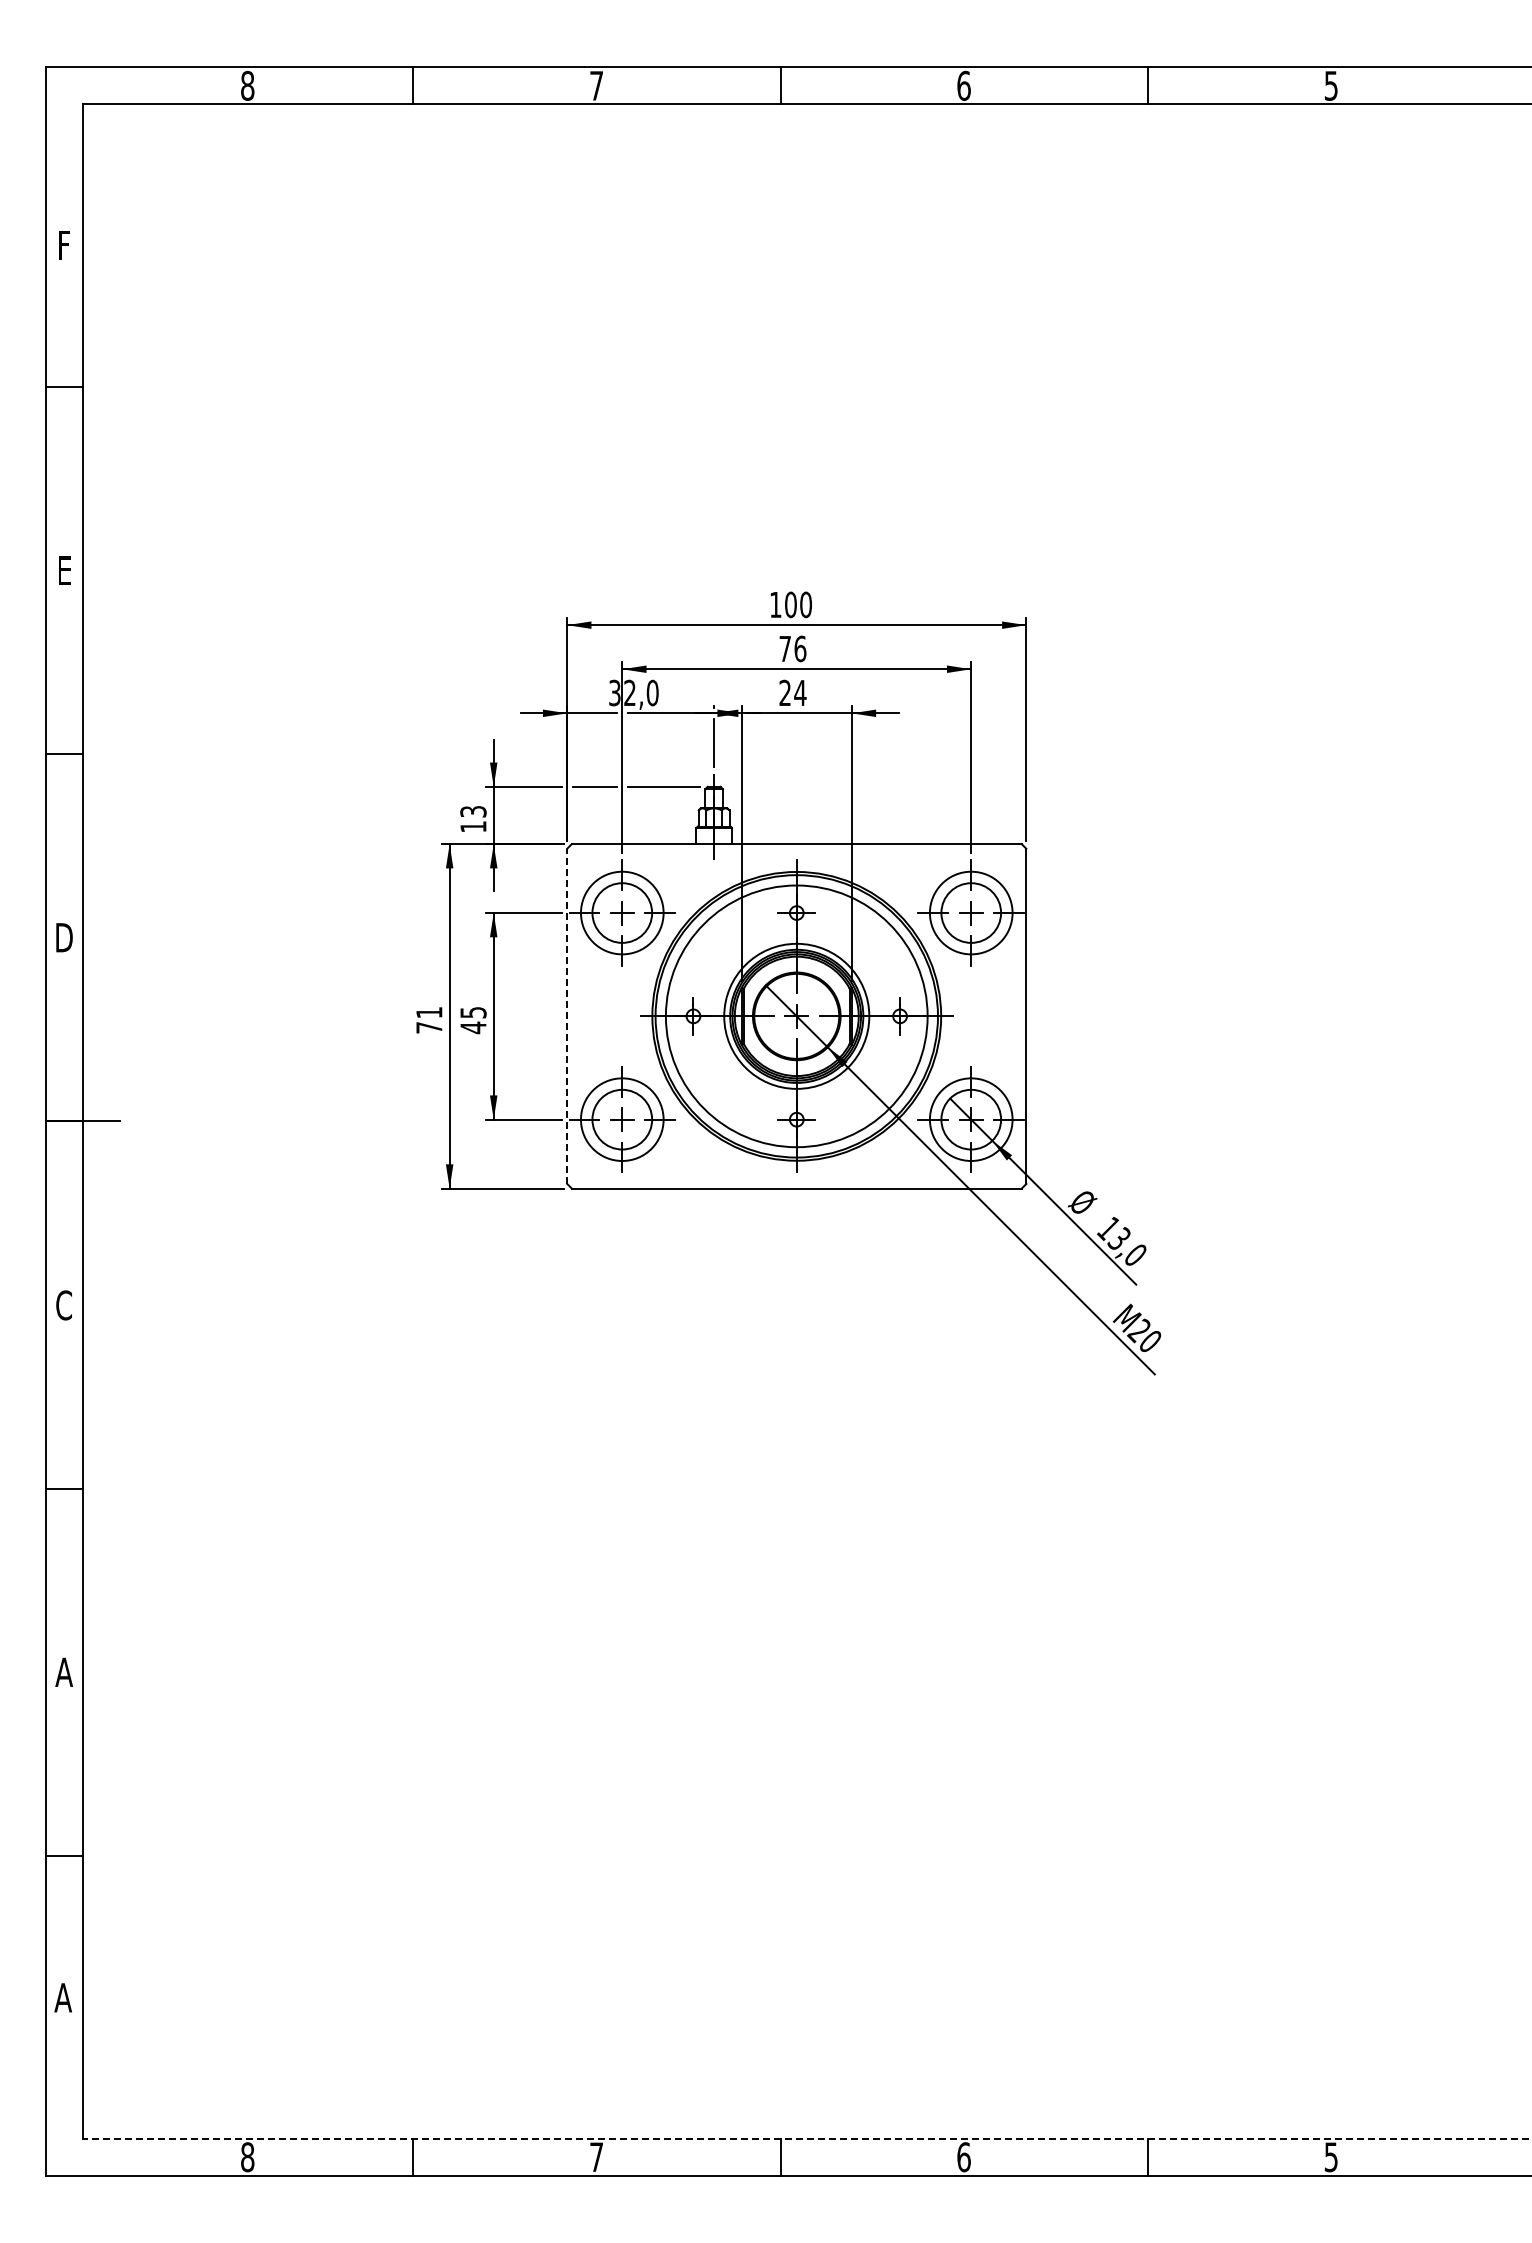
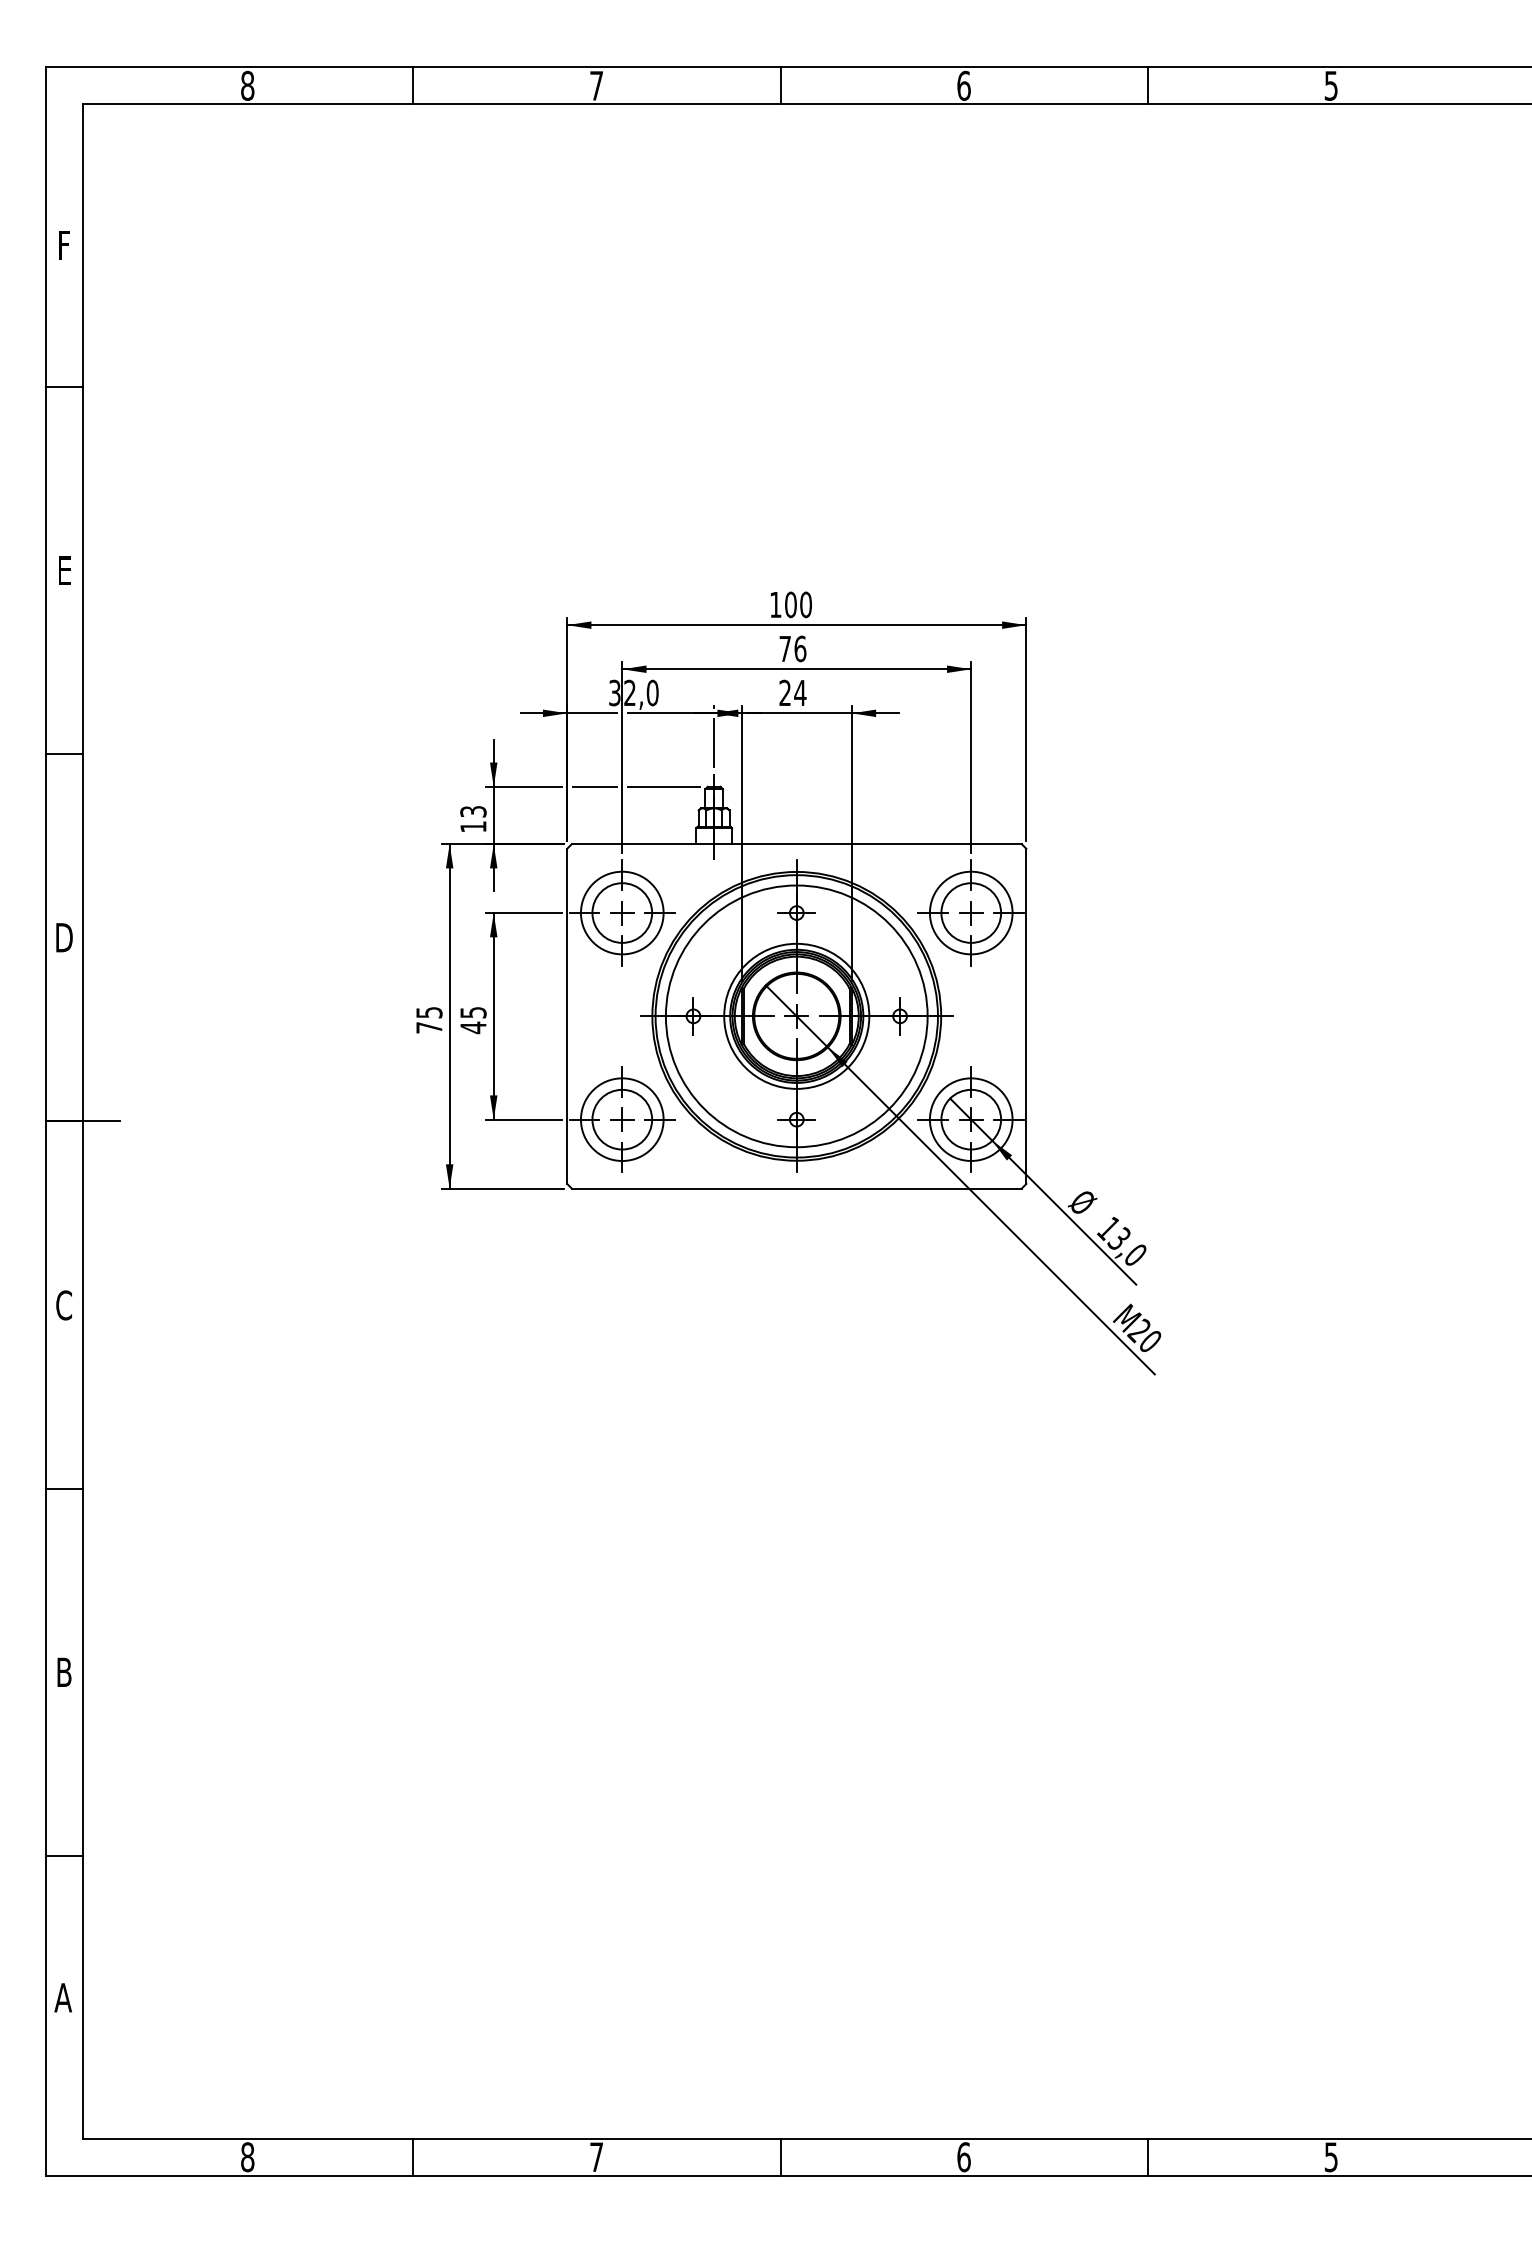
text at (429, 1012): 71 -> 75
line at (567, 1016): dashed -> solid
text at (63, 1671): A -> B
line at (806, 2138): dashed -> solid
